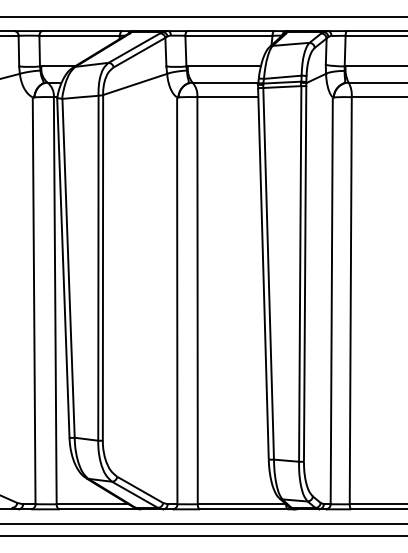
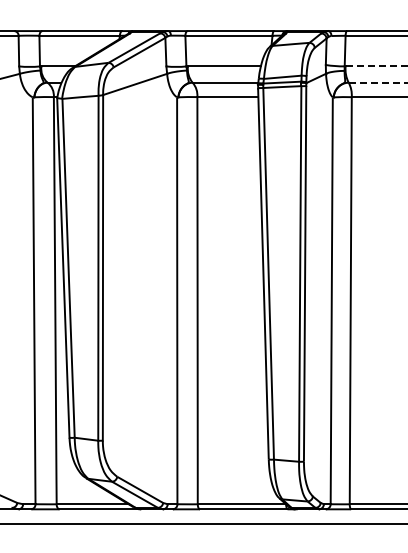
line at (203, 16): present -> none
line at (376, 66): solid -> dashed
line at (378, 82): solid -> dashed
line at (203, 536): present -> none
